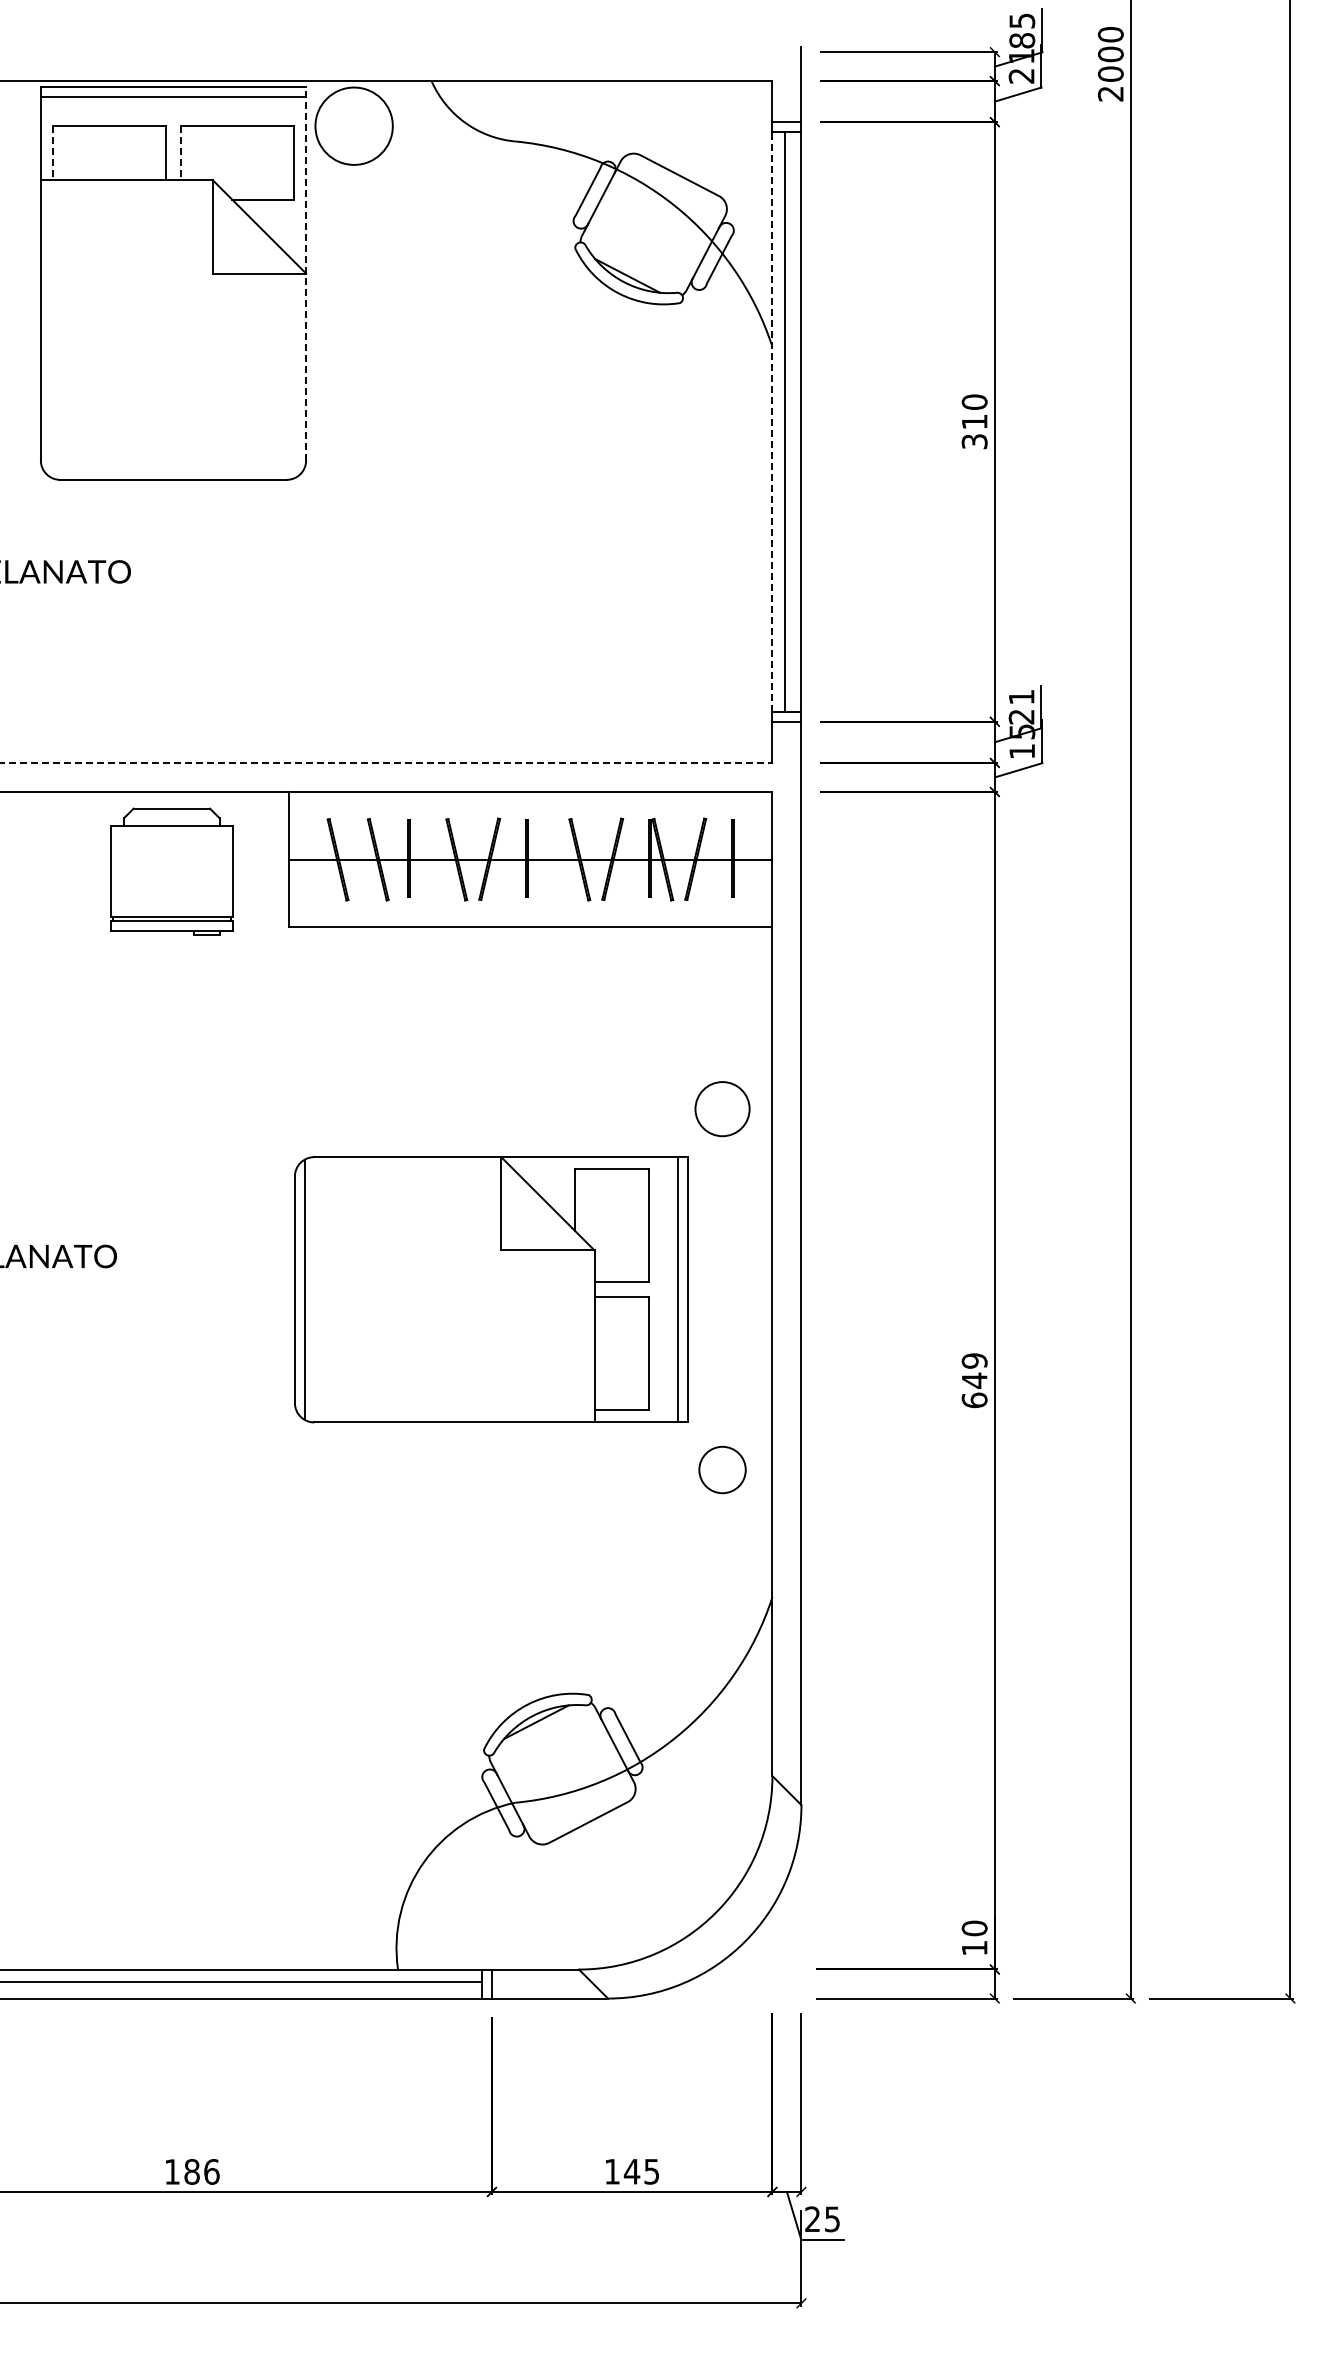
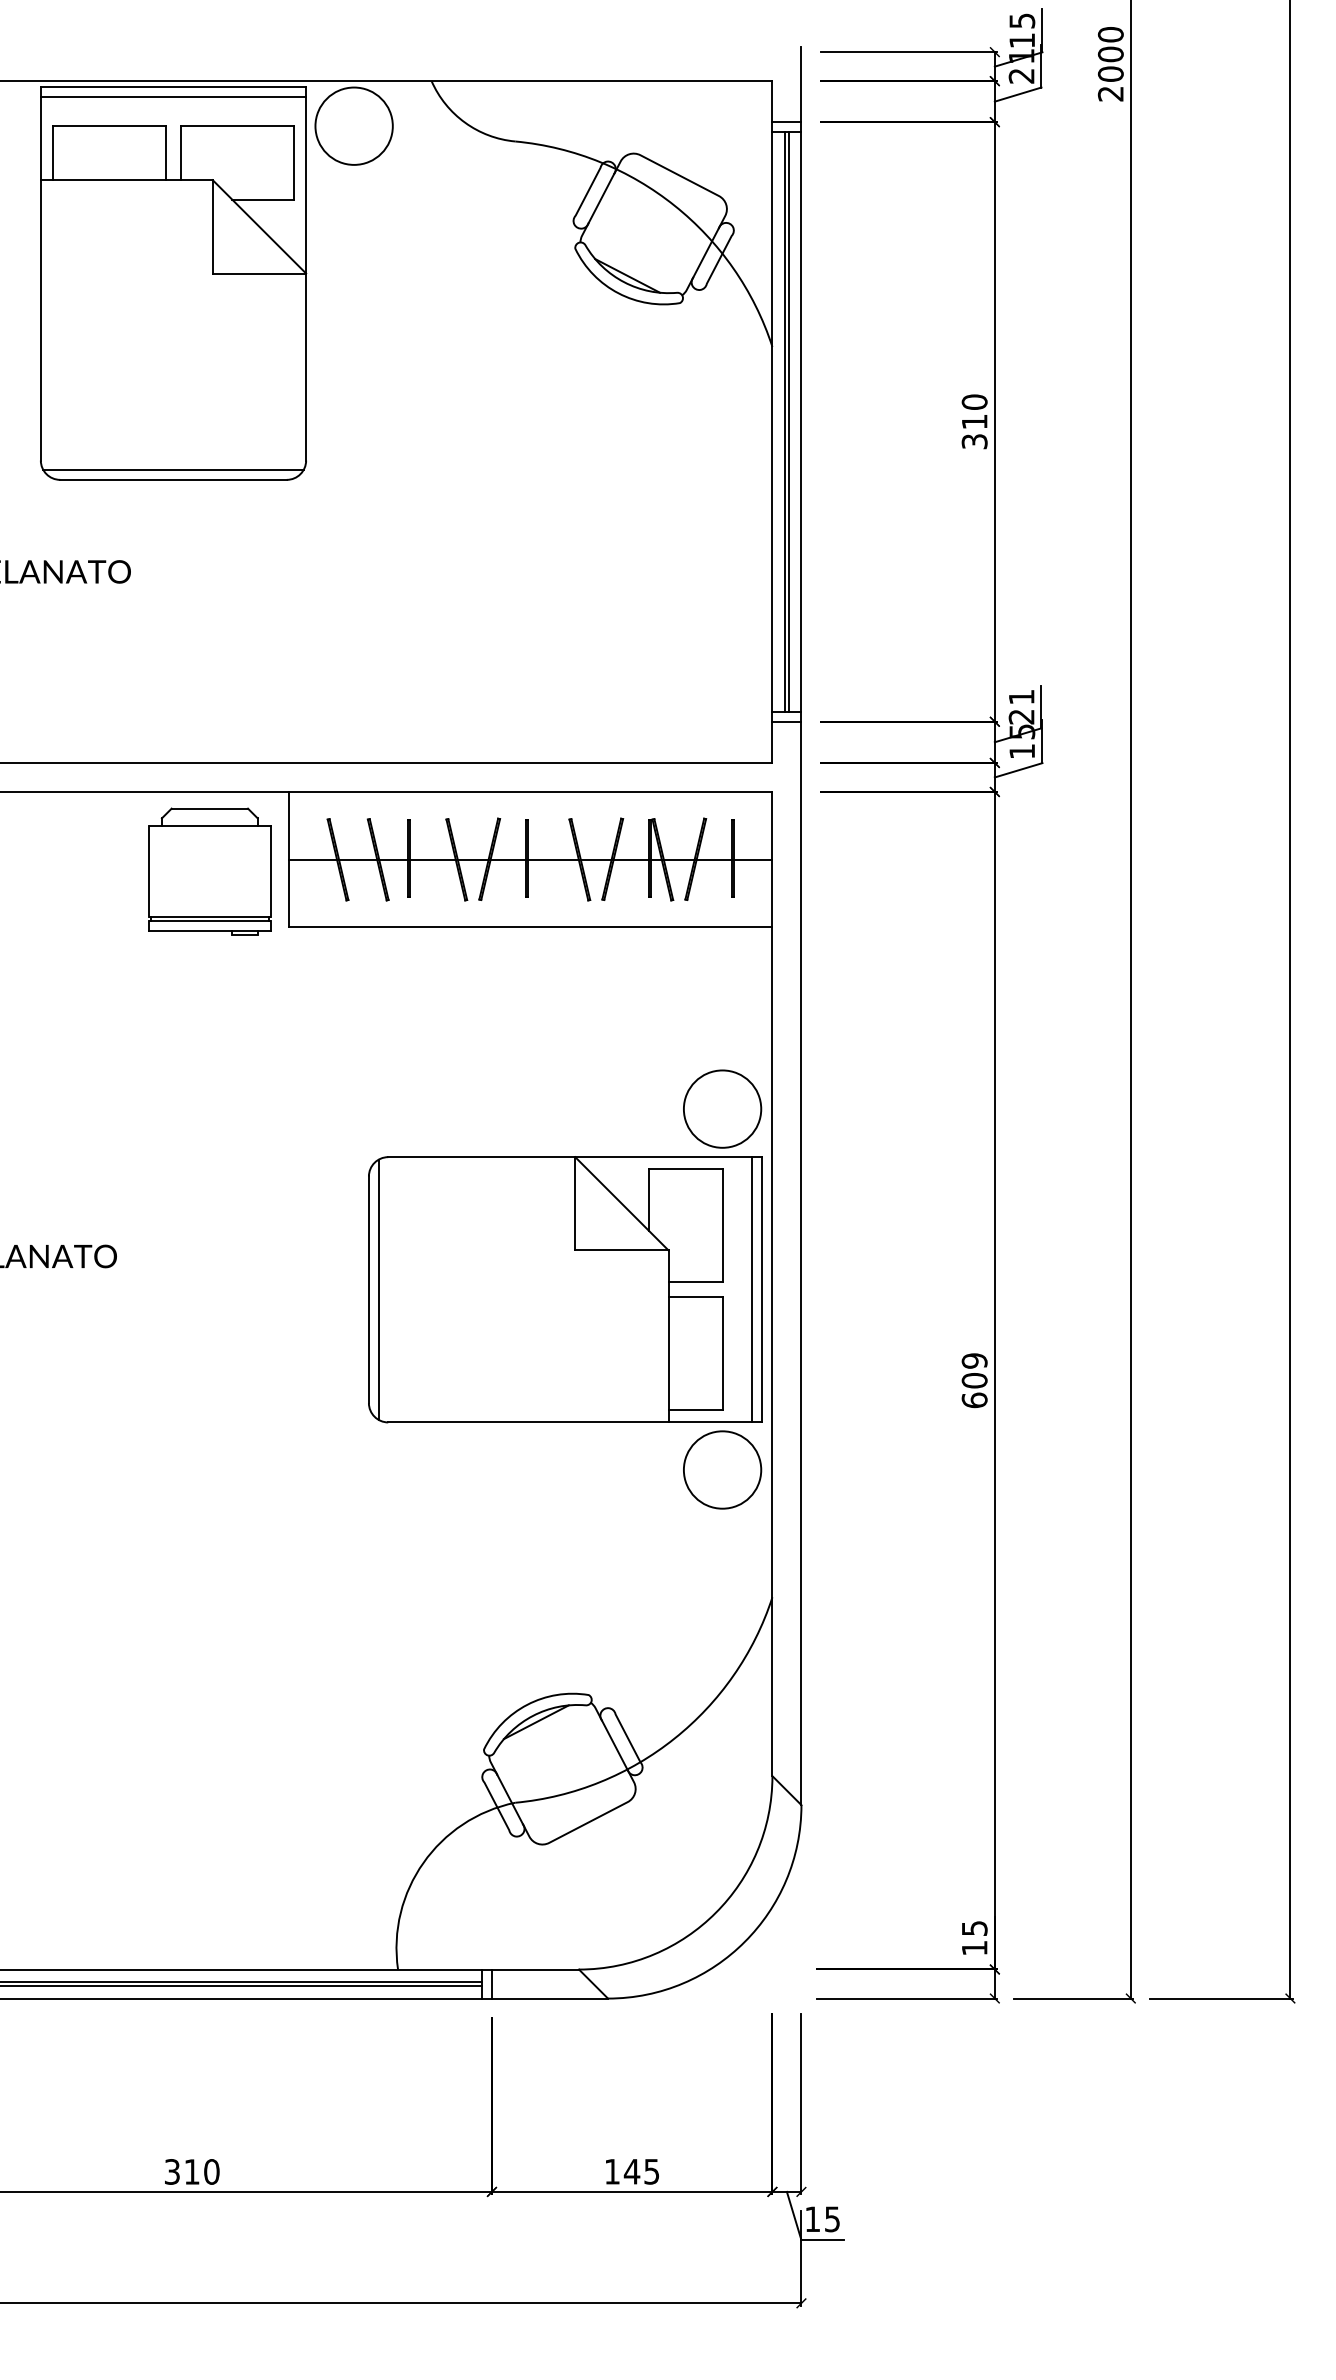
text at (1022, 40): 85 -> 15
line at (53, 153): dashed -> solid
line at (180, 153): dashed -> solid
line at (306, 273): dashed -> solid
line at (772, 421): dashed -> solid
line at (788, 421): none -> present
line at (173, 470): none -> present
line at (386, 762): dashed -> solid
part at (171, 871) position: (171, 871) -> (209, 871)
circle at (722, 1109) diameter: 54 px -> 77 px
part at (491, 1289) position: (491, 1289) -> (565, 1289)
text at (974, 1380): 649 -> 609
circle at (722, 1469) diameter: 46 px -> 77 px
text at (974, 1928): 10 -> 15
line at (242, 1986): none -> present
text at (192, 2171): 186 -> 310
text at (812, 2218): 25 -> 15
